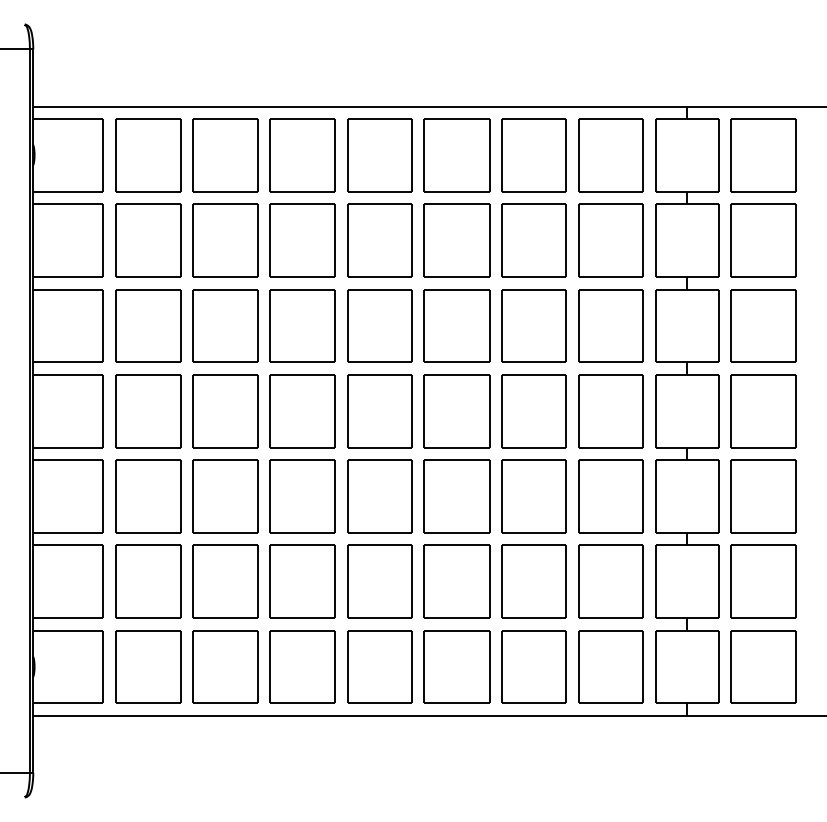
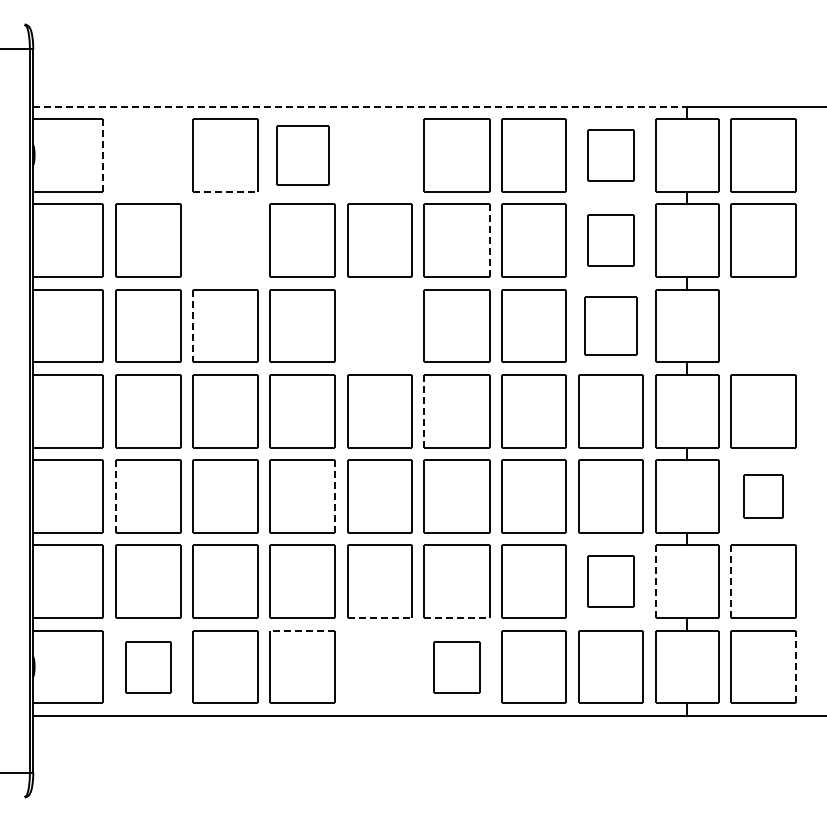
line at (360, 106): solid -> dashed
line at (103, 155): solid -> dashed
part at (148, 155): present -> none
part at (302, 155) size: 67x75 px -> 54x61 px
part at (379, 155): present -> none
part at (610, 155) size: 66x75 px -> 48x53 px
line at (225, 191): solid -> dashed
part at (225, 240): present -> none
line at (489, 240): solid -> dashed
part at (610, 240) size: 66x75 px -> 48x53 px
part at (379, 325): present -> none
part at (610, 325) size: 66x74 px -> 54x60 px
part at (763, 325): present -> none
line at (193, 326): solid -> dashed
line at (424, 411): solid -> dashed
line at (335, 496): solid -> dashed
part at (763, 496) size: 67x75 px -> 41x45 px
line at (115, 497): solid -> dashed
part at (610, 581) size: 66x75 px -> 48x53 px
line at (655, 582): solid -> dashed
line at (731, 582): solid -> dashed
line at (379, 618): solid -> dashed
line at (456, 618): solid -> dashed
line at (302, 630): solid -> dashed
part at (148, 666) size: 67x74 px -> 47x53 px
part at (379, 666): present -> none
part at (456, 666) size: 68x74 px -> 48x53 px
line at (795, 666): solid -> dashed
